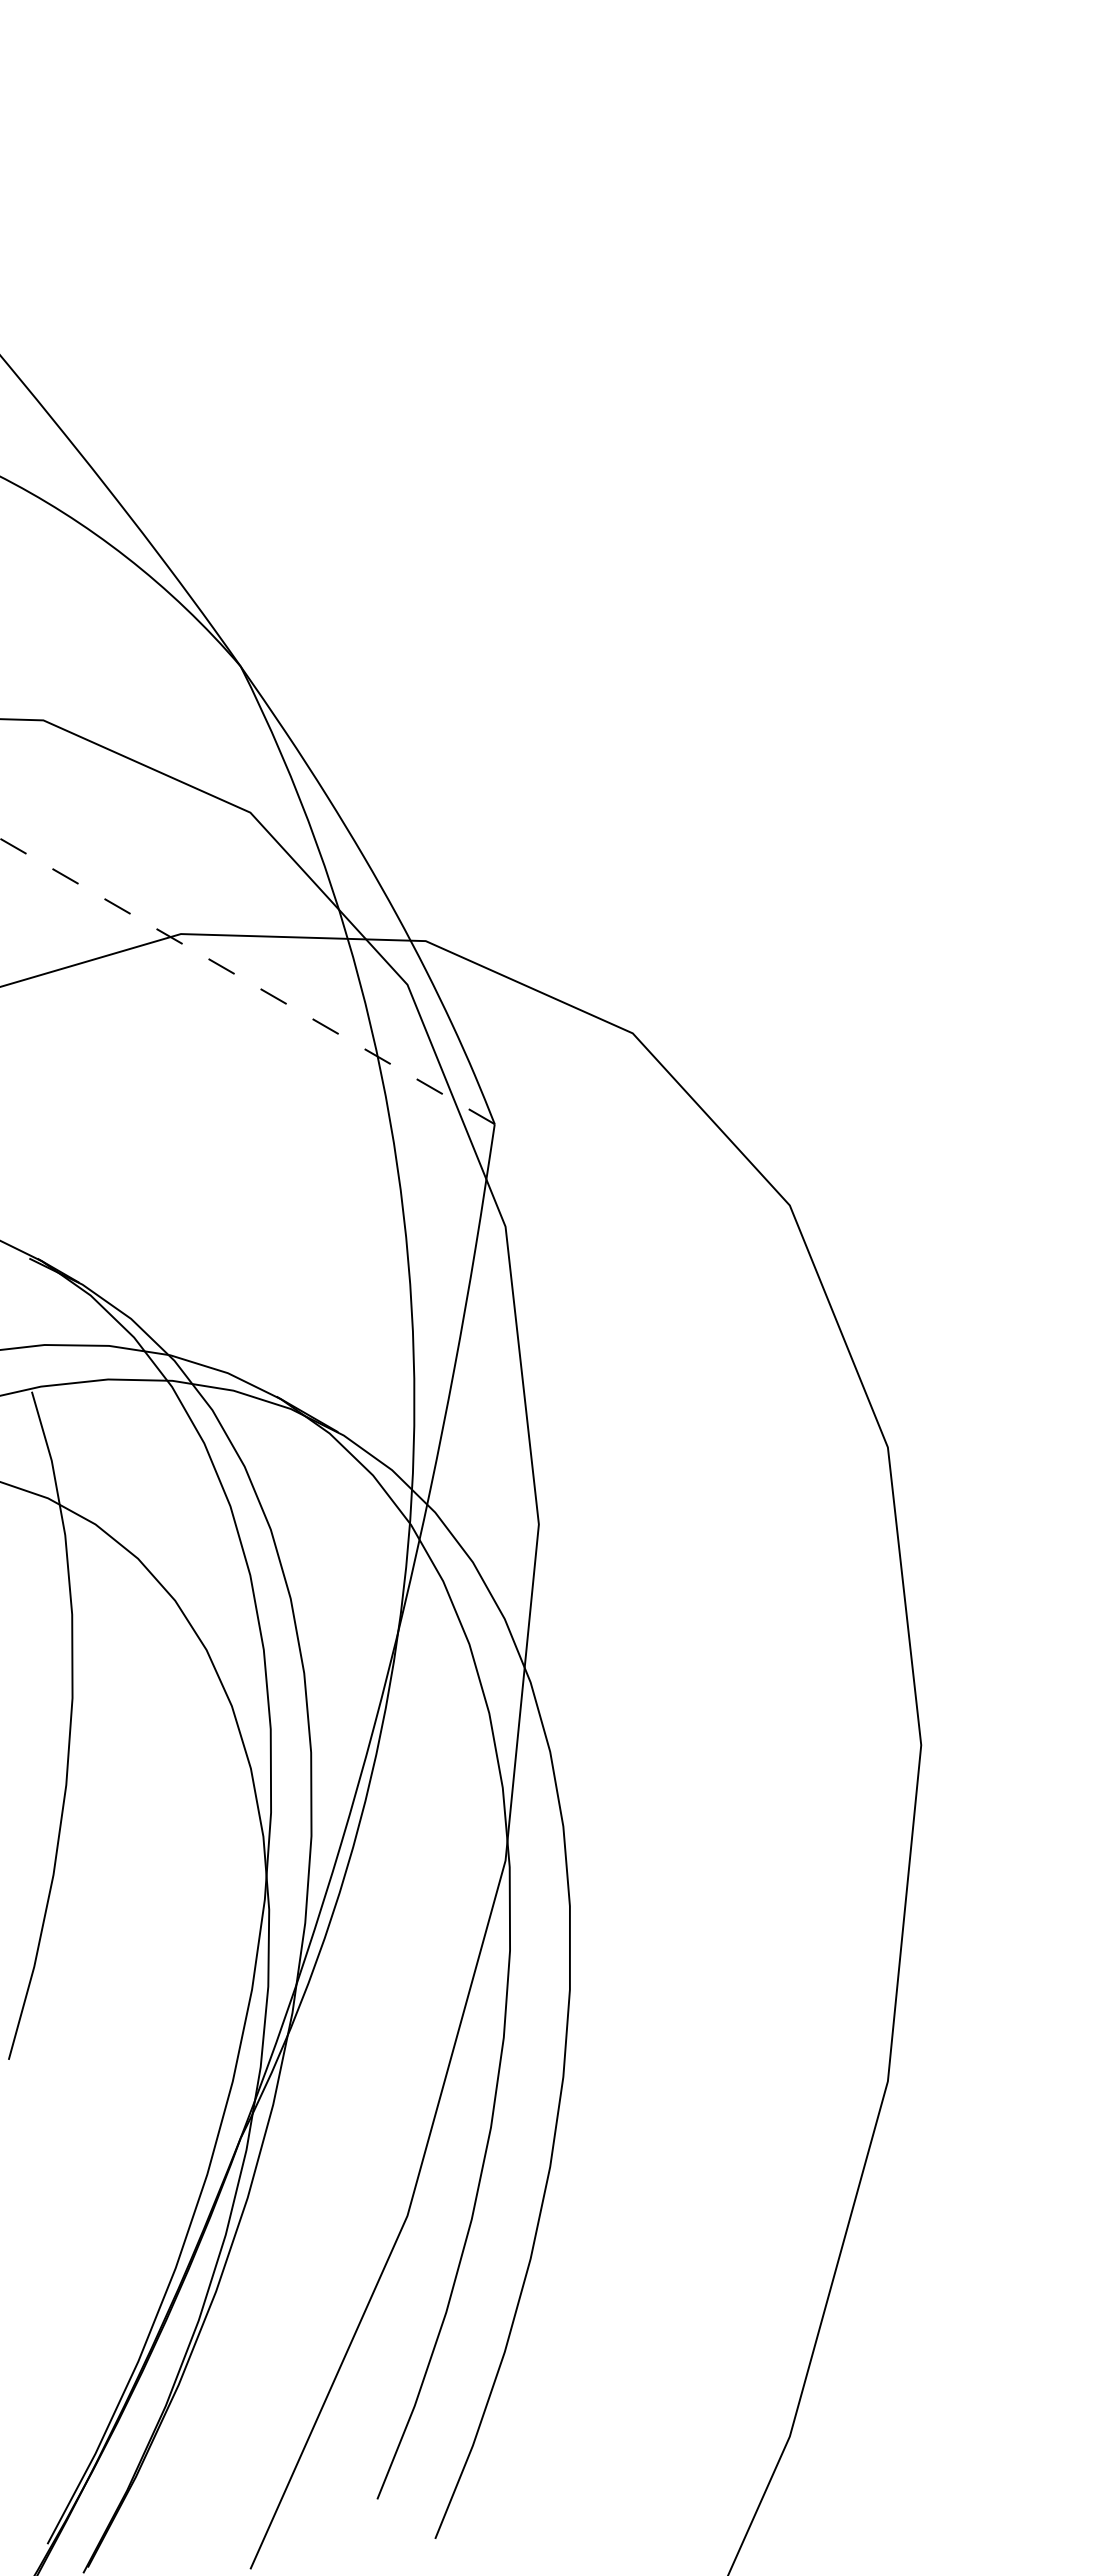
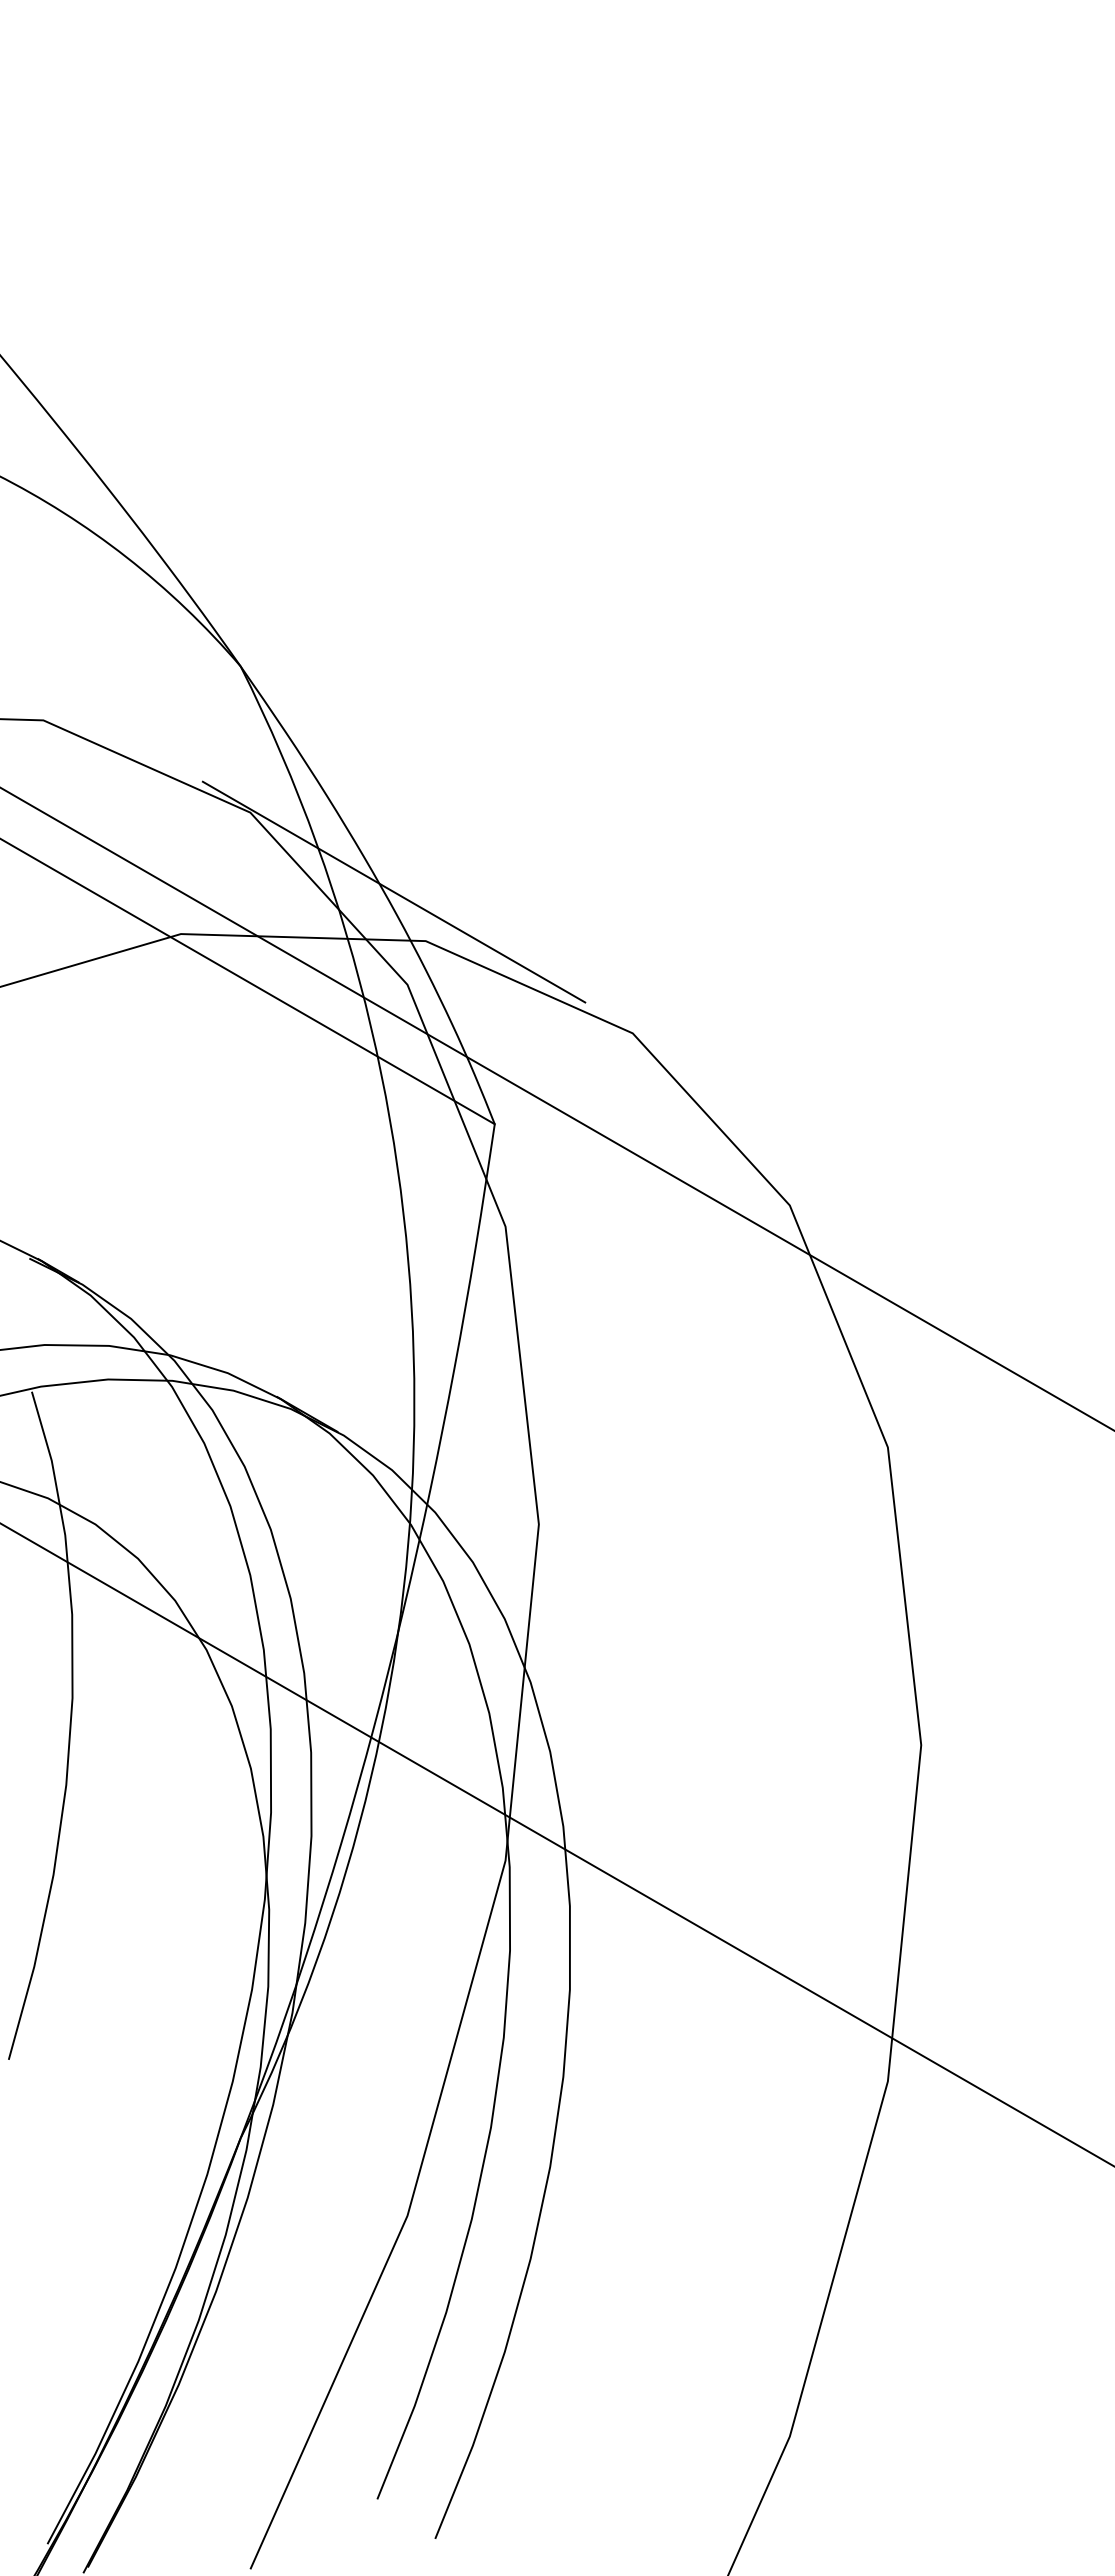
line at (393, 891): none -> present
line at (247, 981): dashed -> solid
line at (556, 1109): none -> present
line at (556, 1844): none -> present
